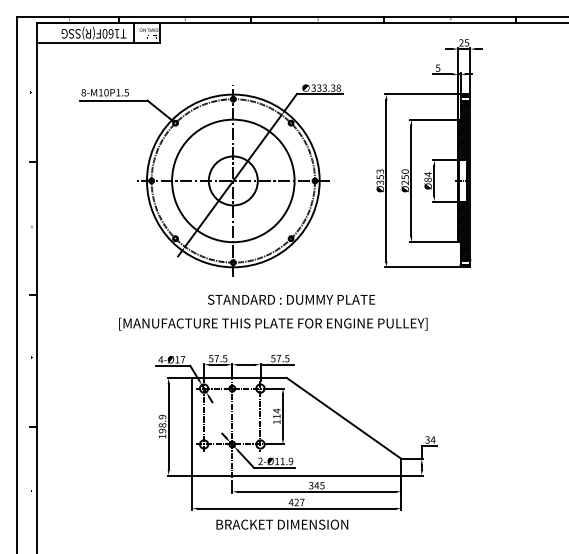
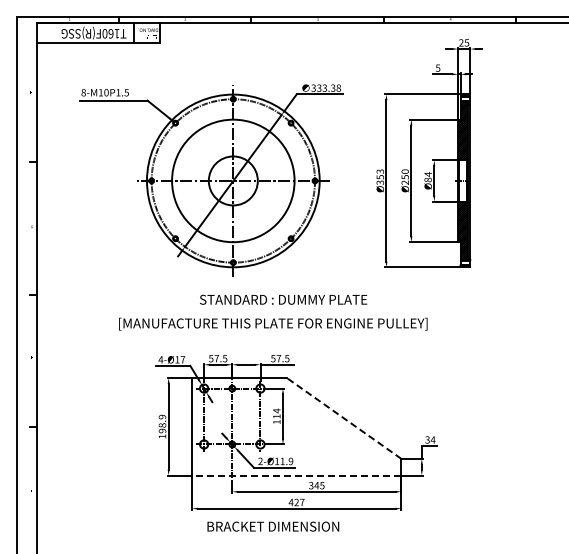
text at (291, 299) position: (291, 299) -> (283, 299)
line at (343, 418): solid -> dashed
line at (296, 475): solid -> dashed
text at (282, 524) position: (282, 524) -> (273, 526)
